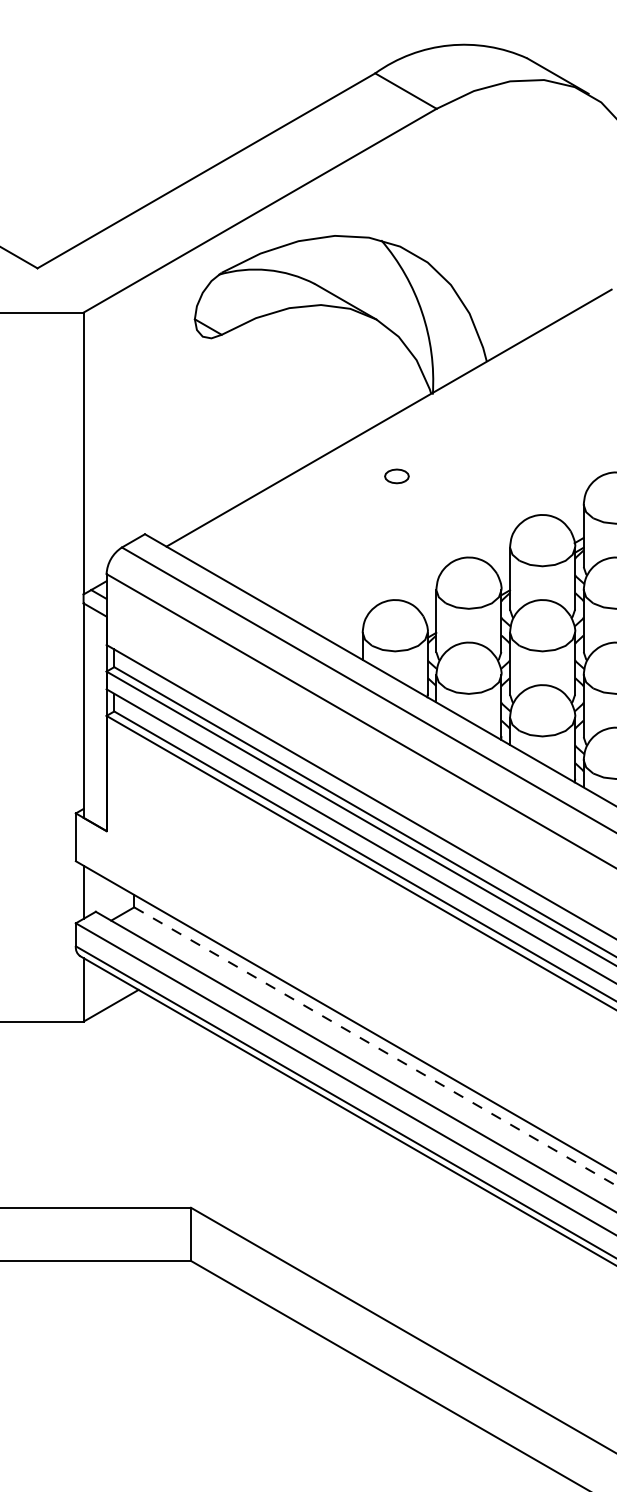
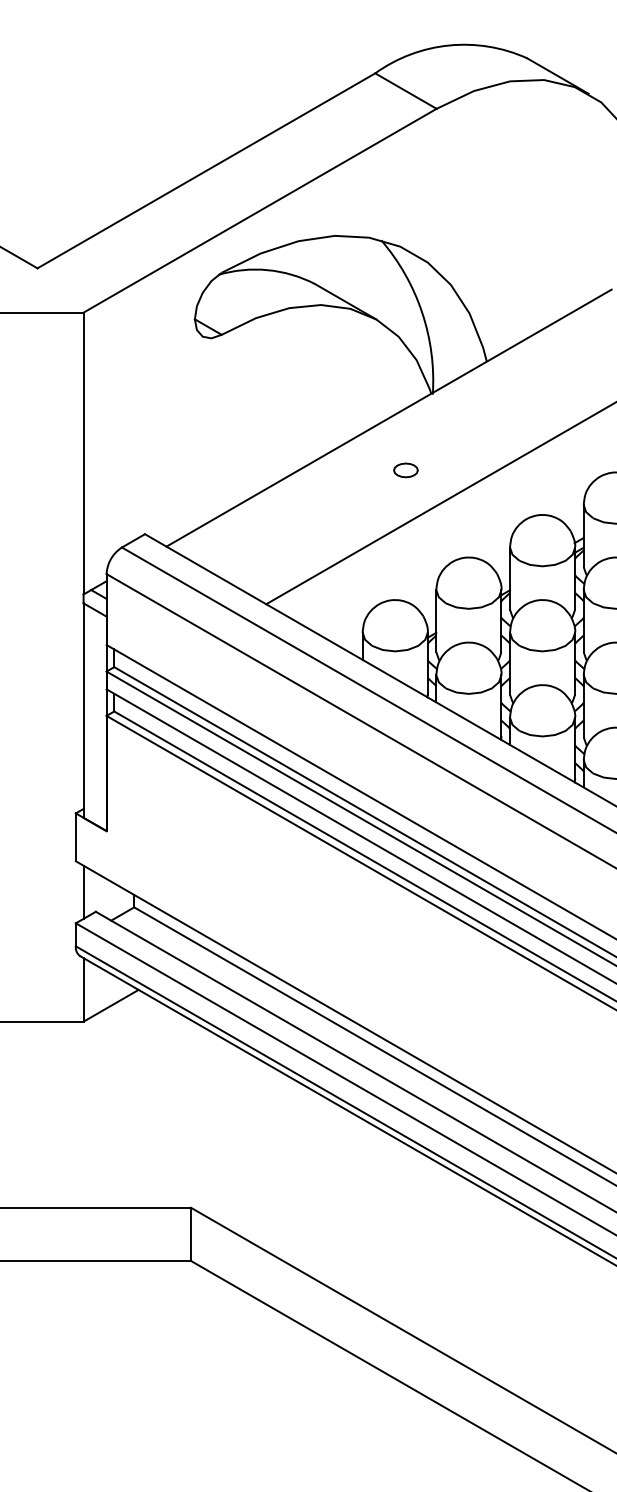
part at (396, 476) position: (396, 476) -> (405, 470)
line at (439, 503): none -> present
line at (375, 1046): dashed -> solid
